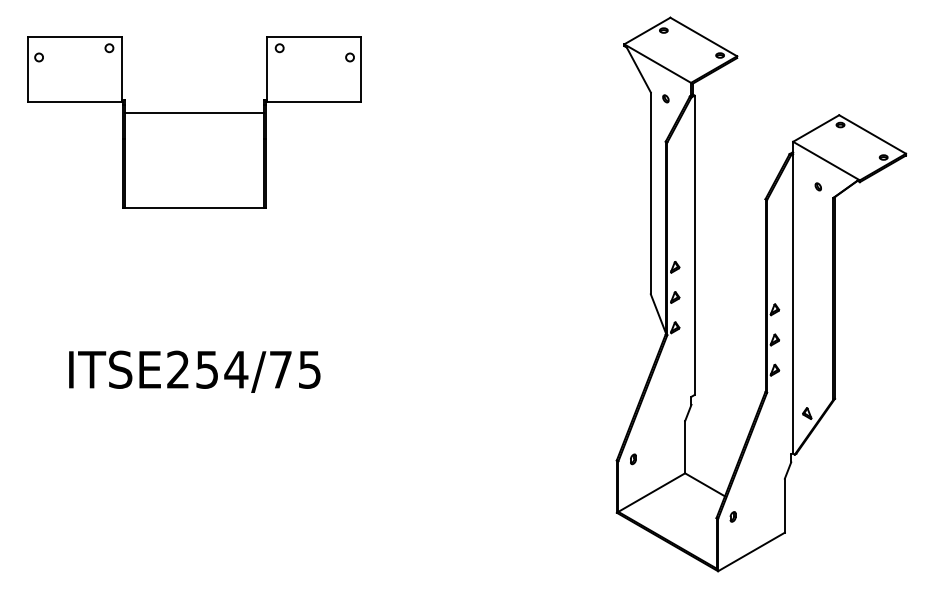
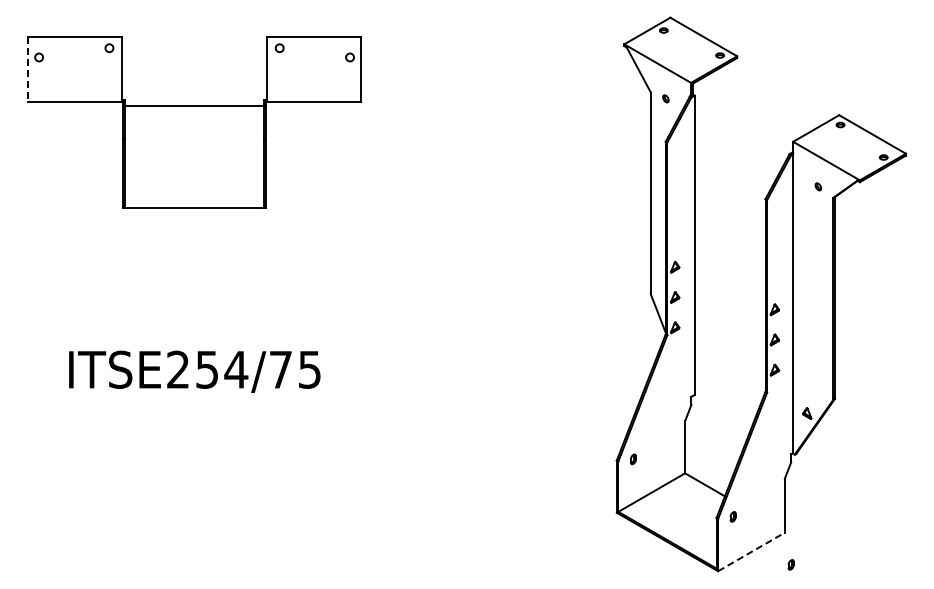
line at (28, 69): solid -> dashed
line at (194, 113) position: (194, 113) -> (194, 106)
line at (751, 551): solid -> dashed
part at (790, 564): none -> present
